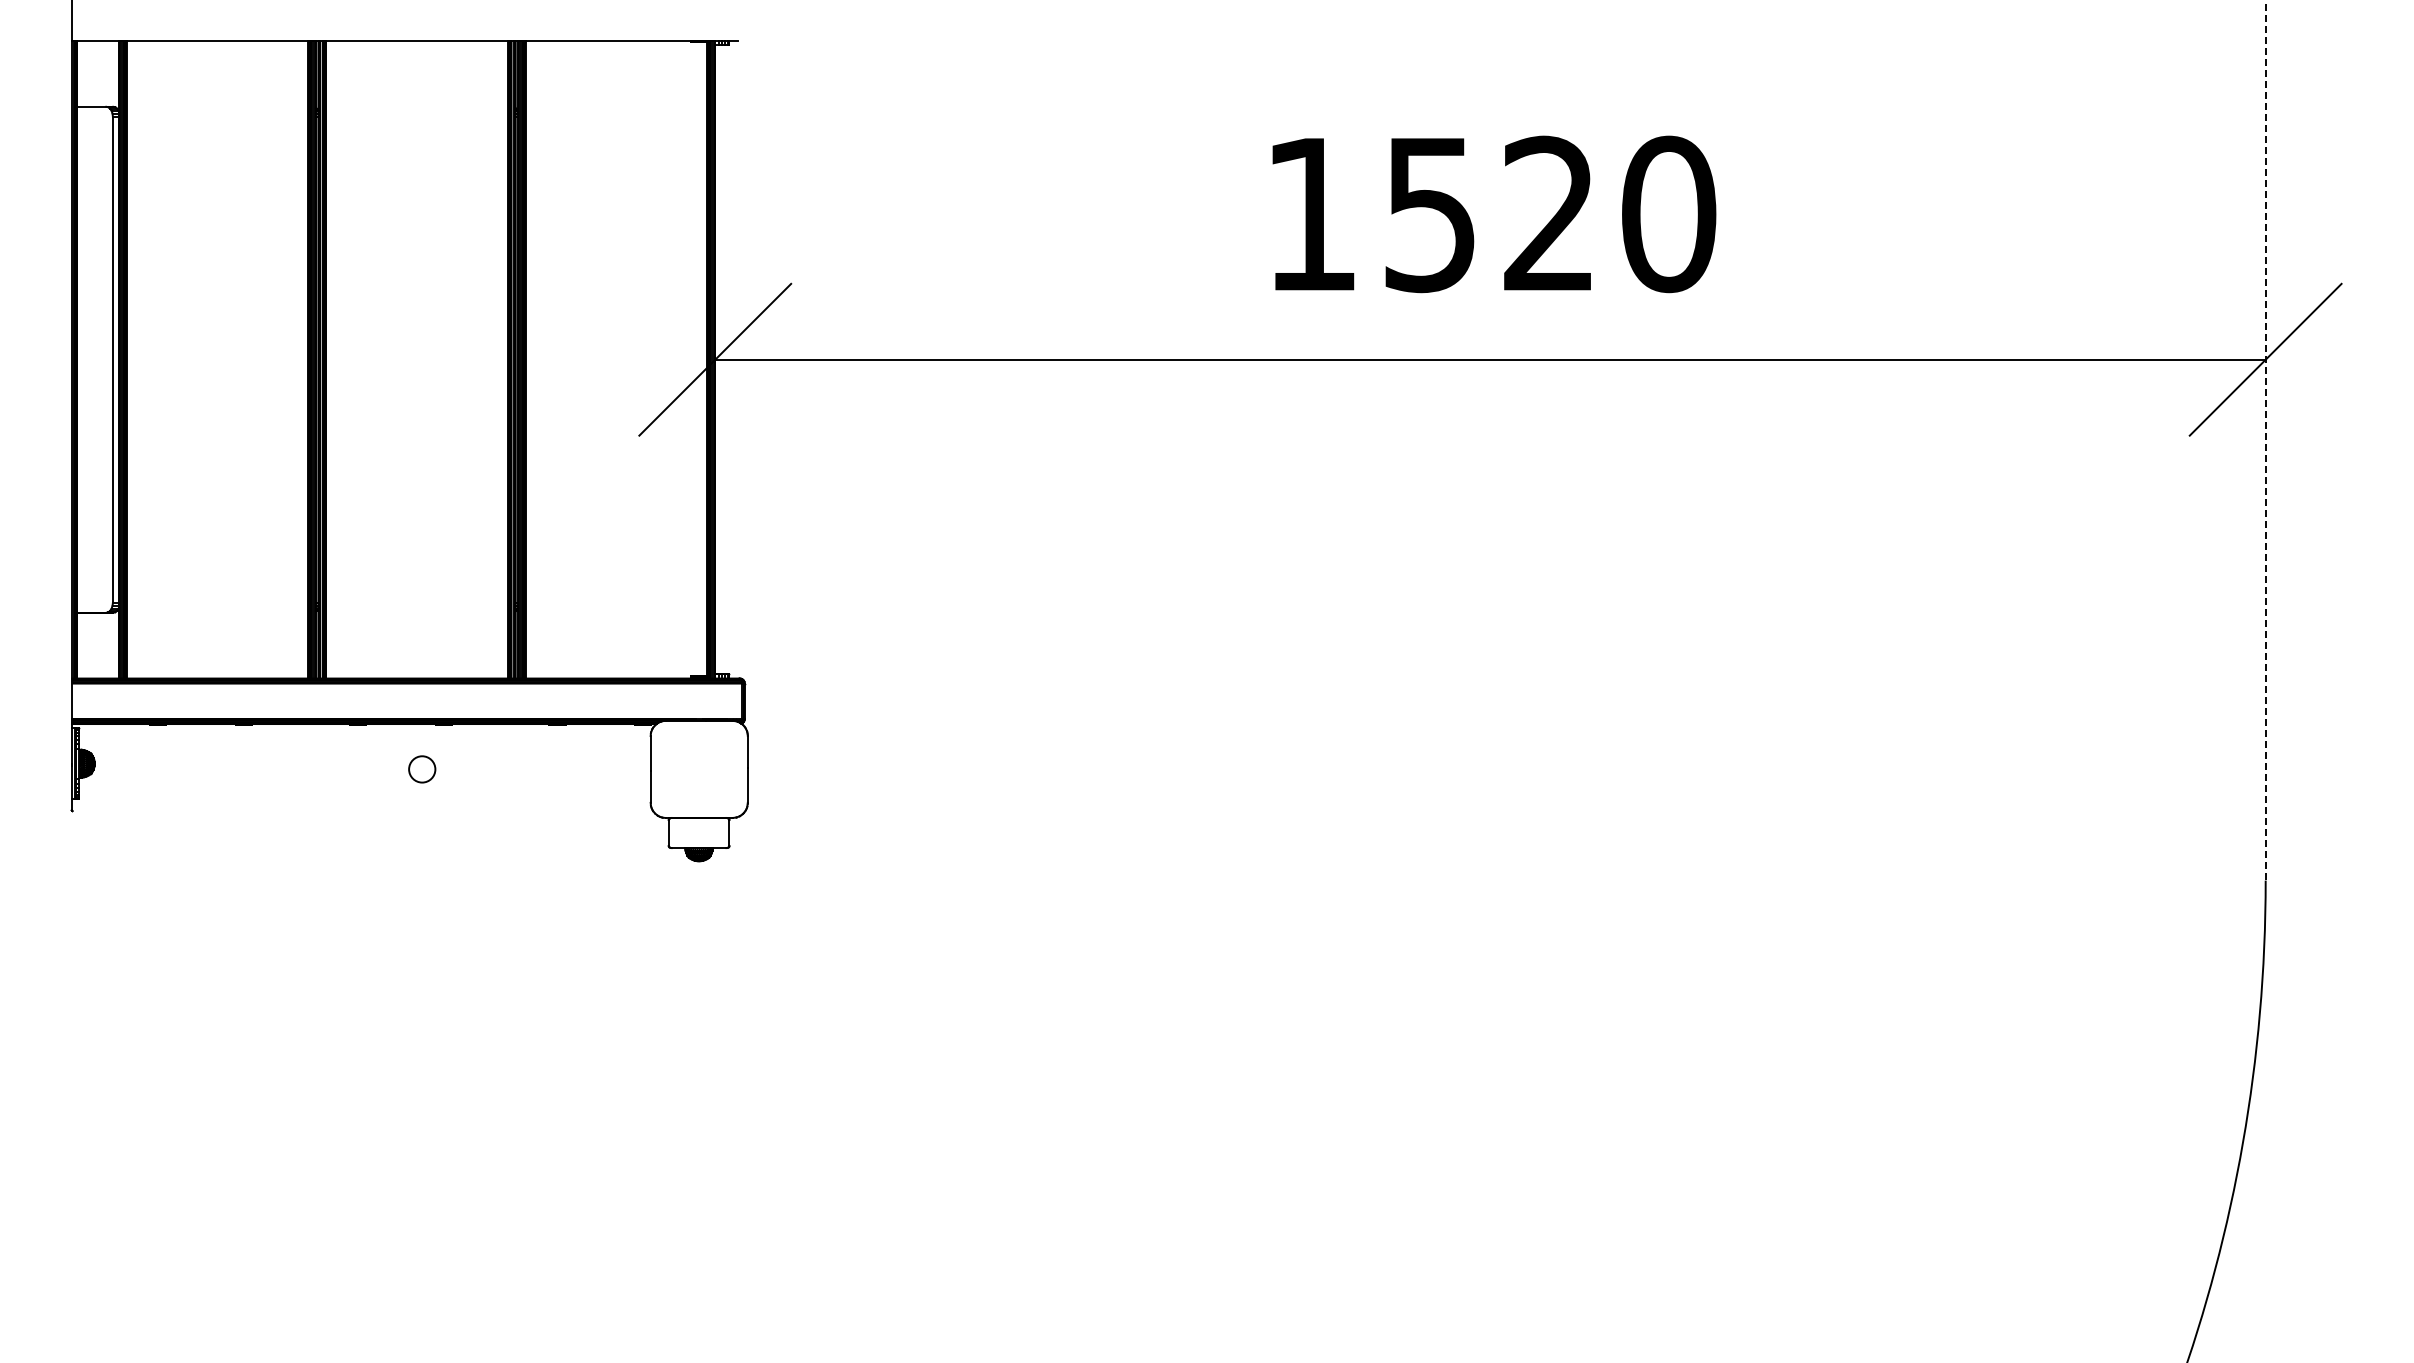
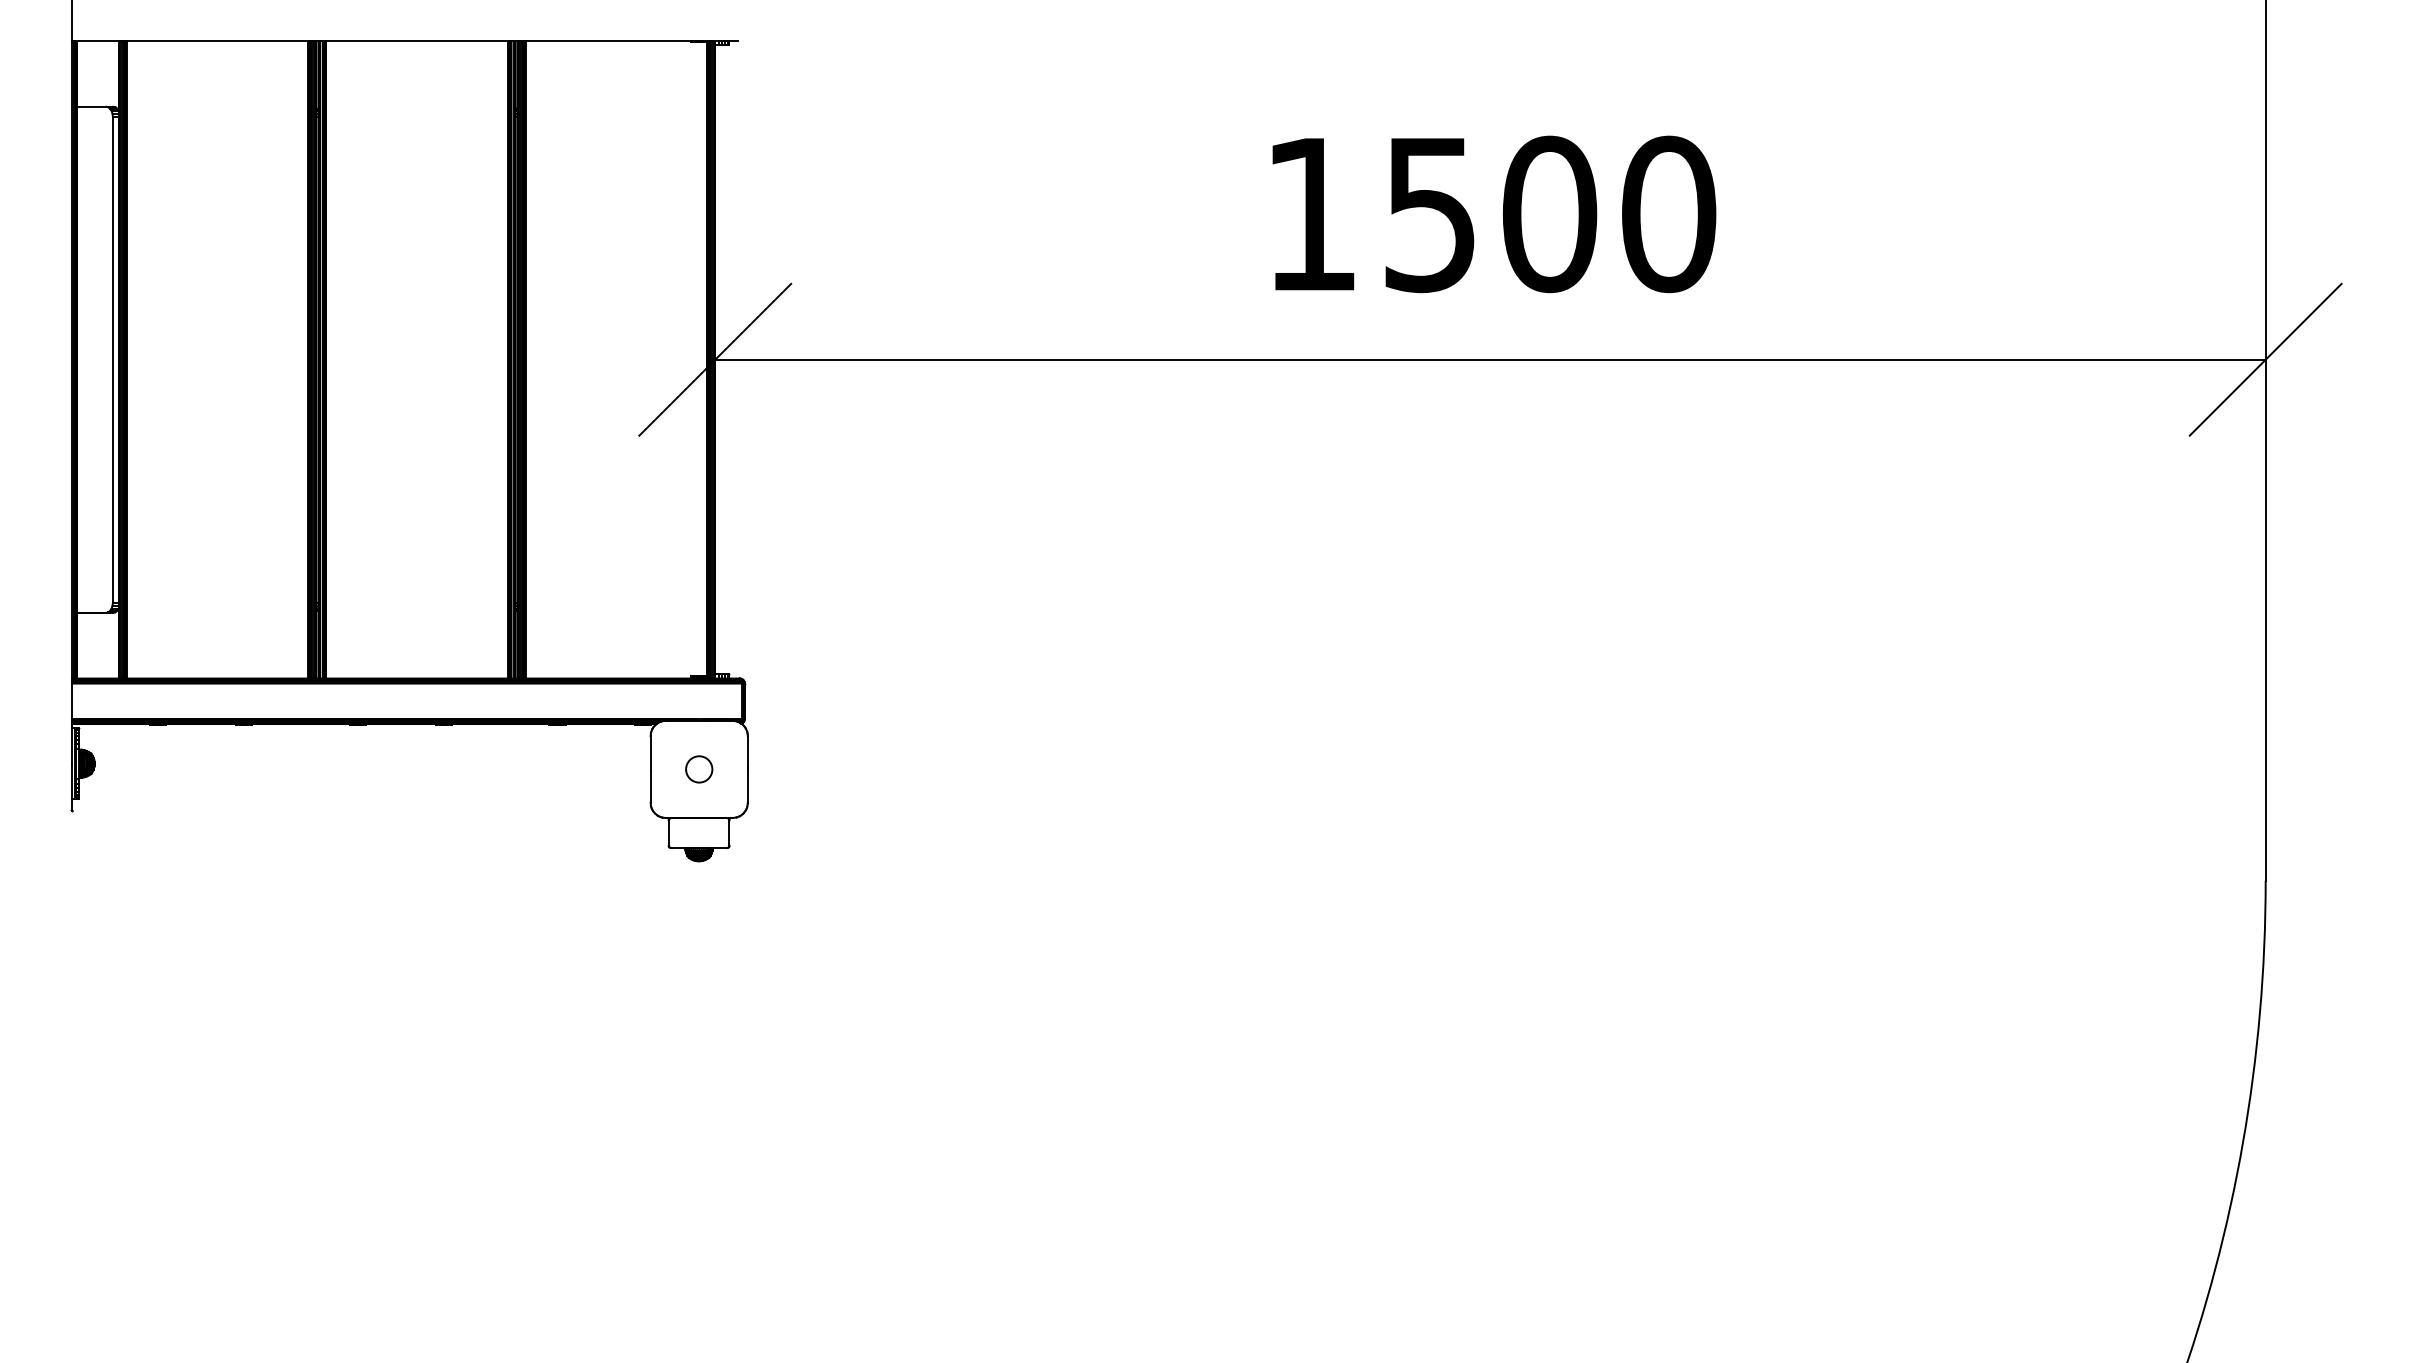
text at (1549, 214): 1520 -> 1500
line at (2265, 441): dashed -> solid
circle at (422, 769) position: (422, 769) -> (699, 769)
